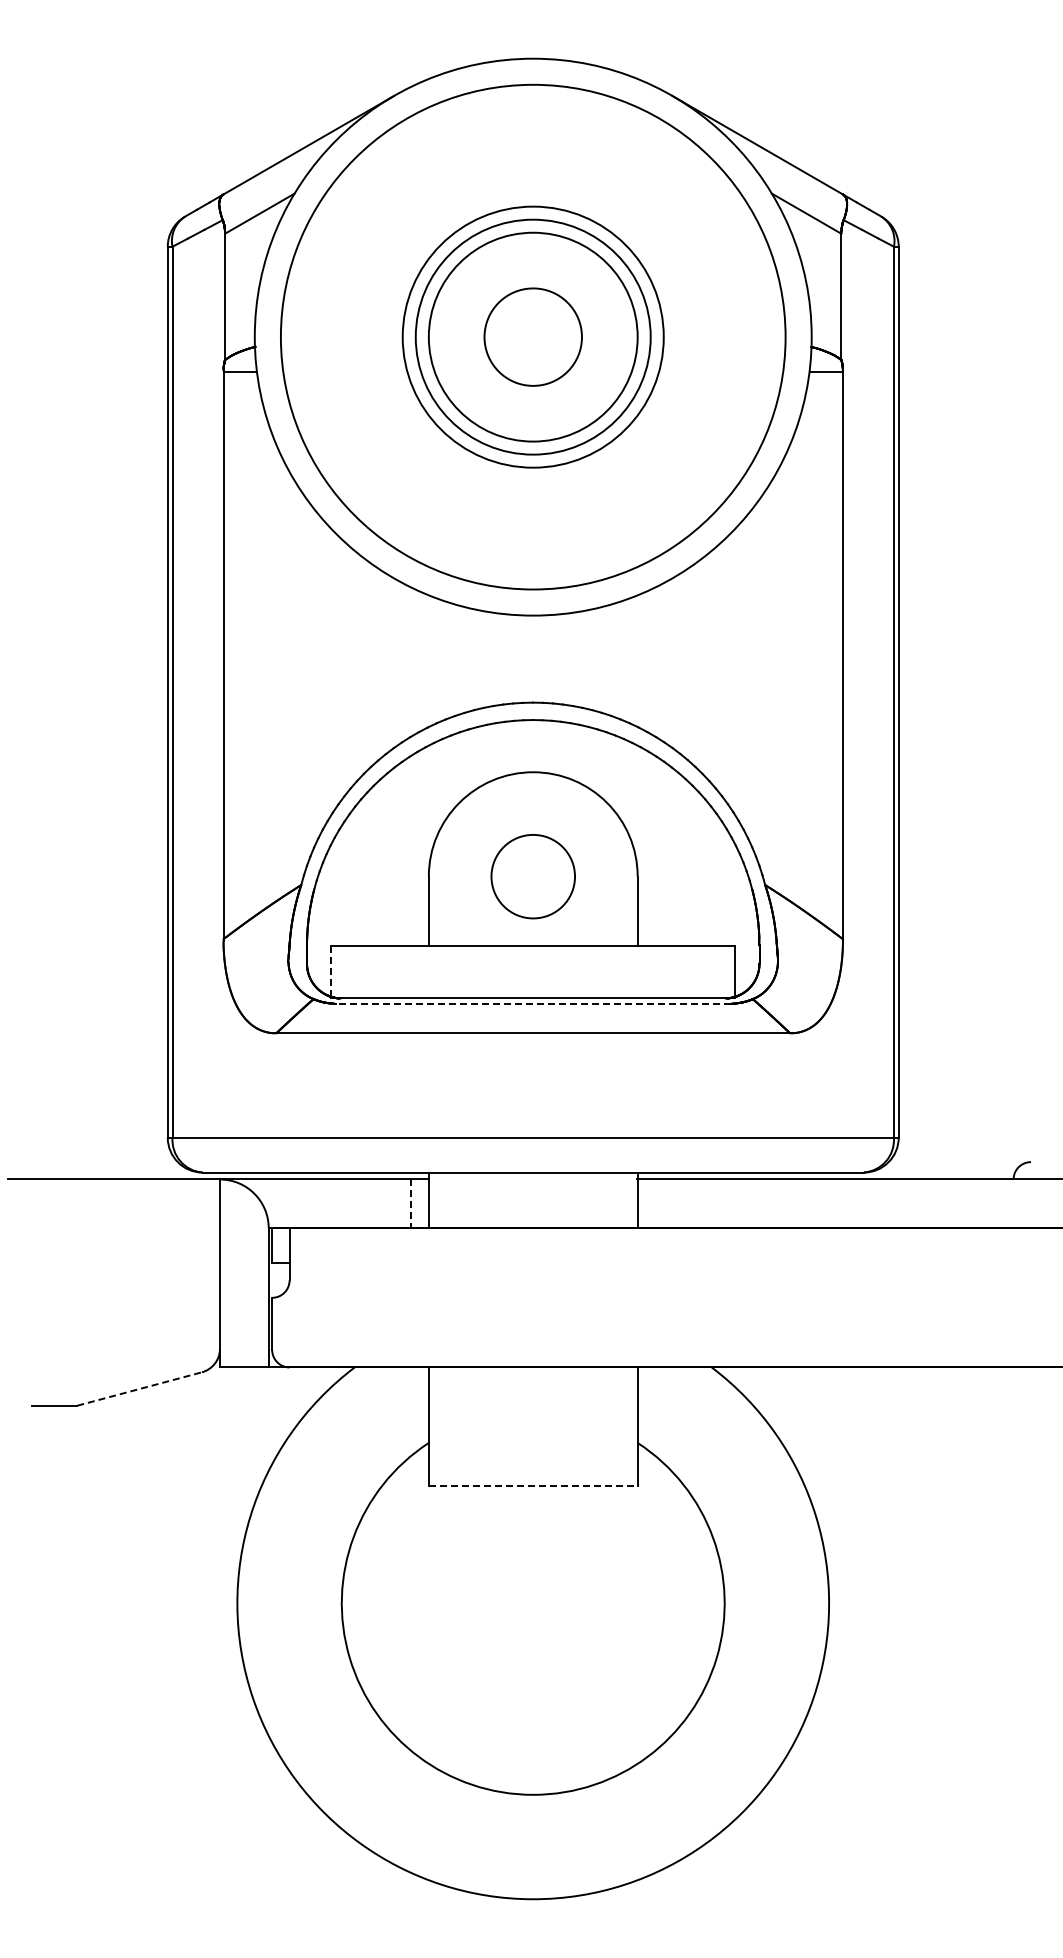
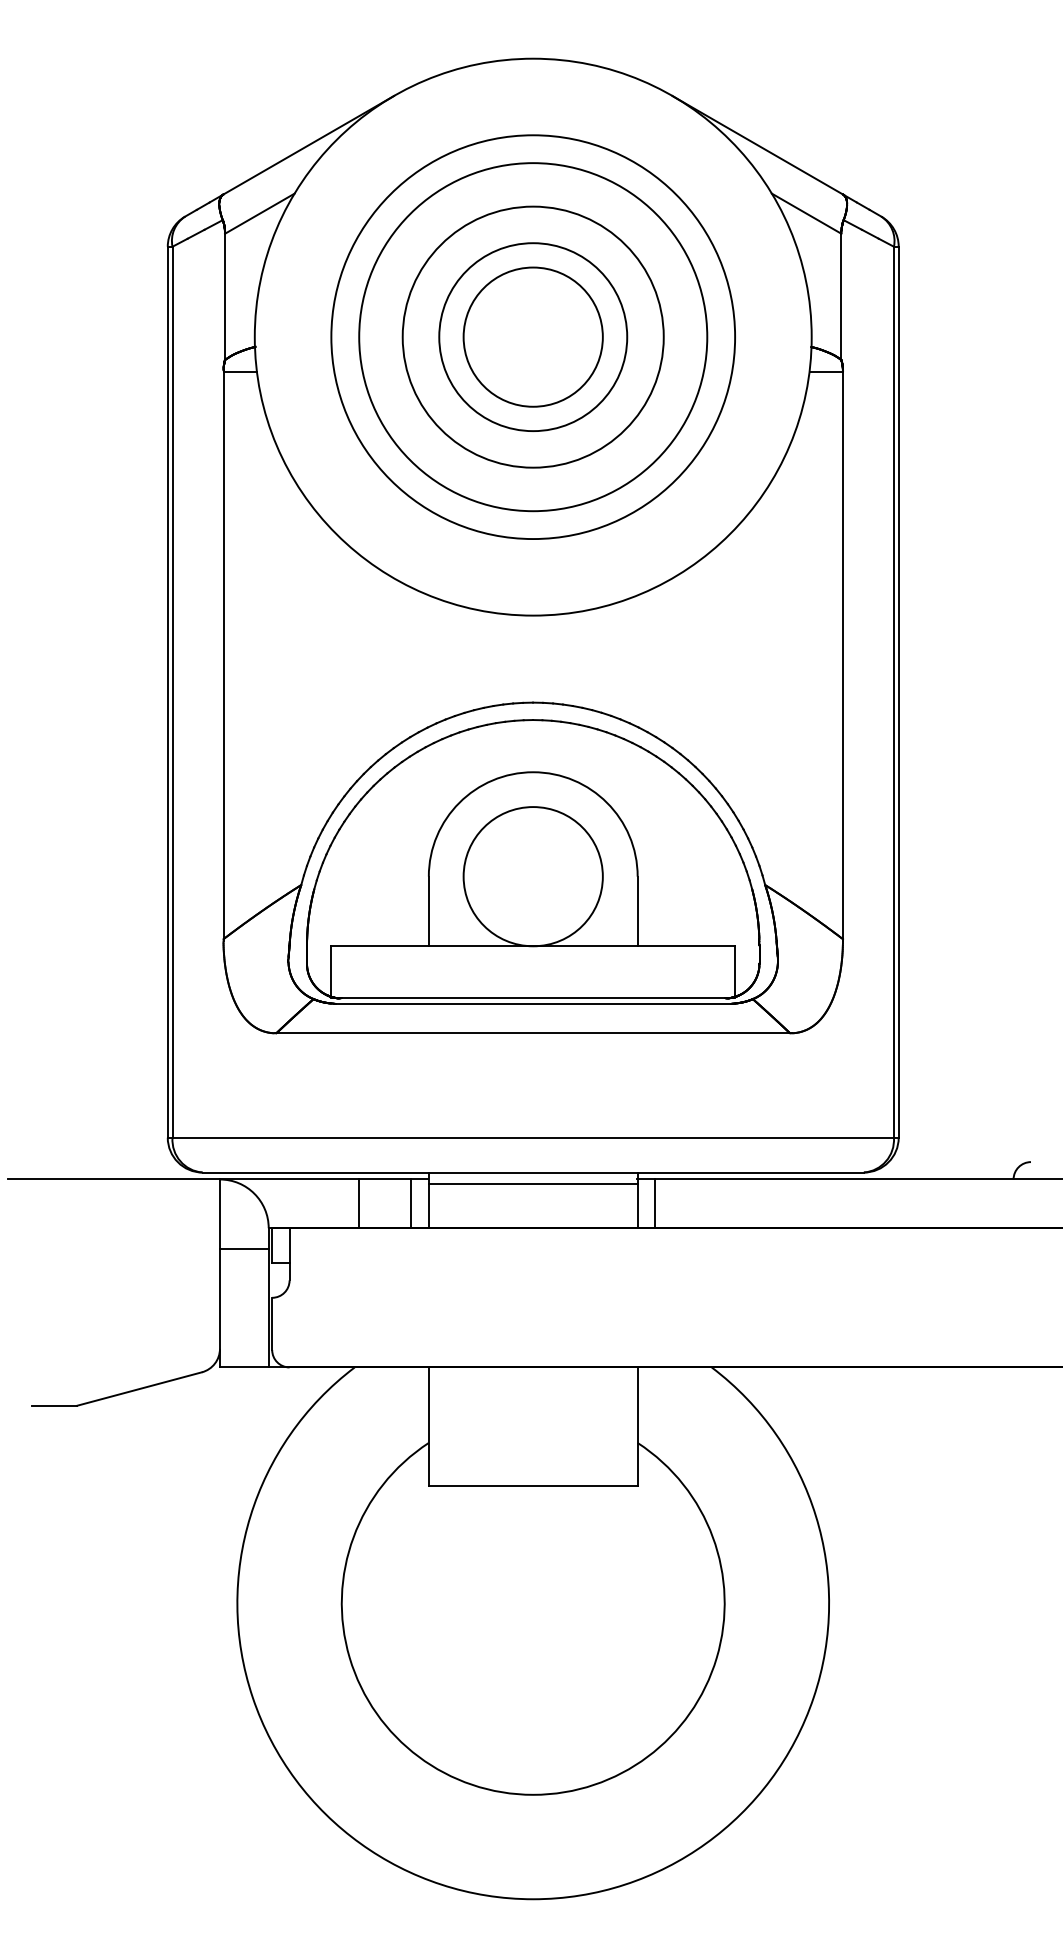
circle at (532, 336) diameter: 209 px -> 348 px
circle at (532, 336) diameter: 235 px -> 188 px
circle at (532, 336) diameter: 505 px -> 404 px
circle at (532, 336) diameter: 97 px -> 139 px
circle at (533, 876) diameter: 84 px -> 139 px
line at (331, 972): dashed -> solid
line at (533, 1003): dashed -> solid
line at (532, 1183): none -> present
line at (359, 1203): none -> present
line at (655, 1203): none -> present
line at (411, 1204): dashed -> solid
line at (243, 1249): none -> present
line at (139, 1389): dashed -> solid
line at (533, 1485): dashed -> solid
